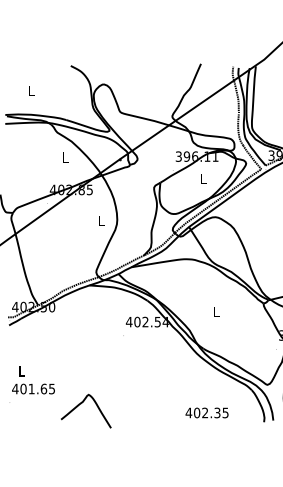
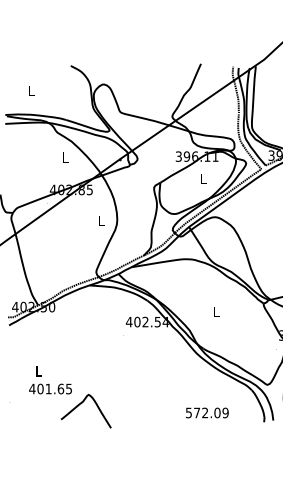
text at (33, 380) position: (33, 380) -> (50, 380)
text at (206, 412): 402.35 -> 572.09
